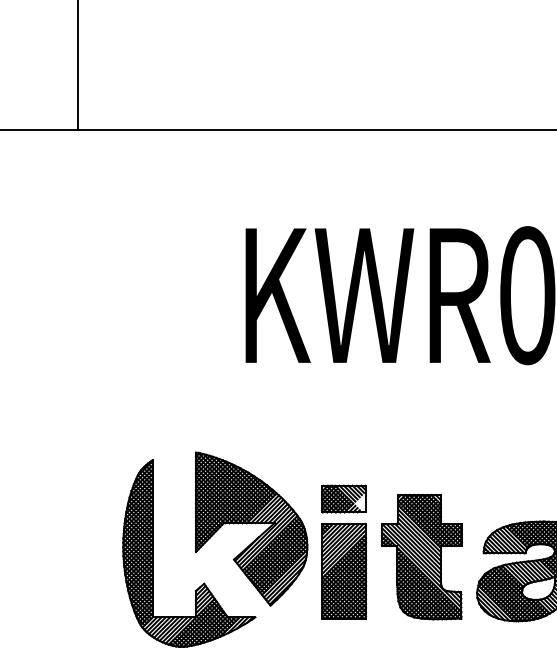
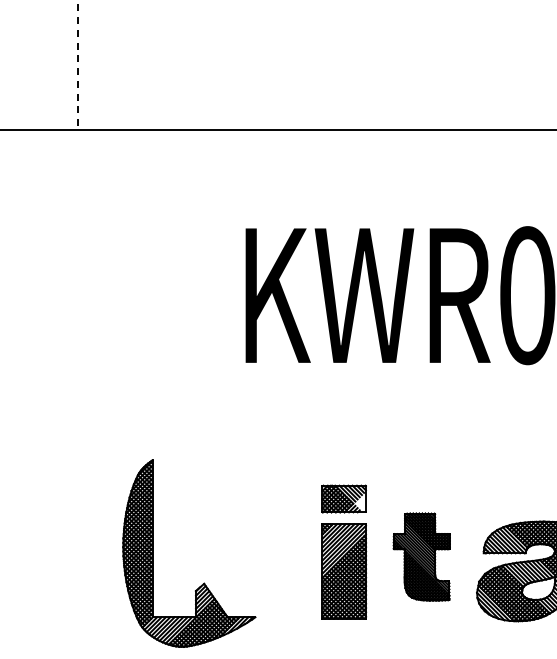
line at (78, 65): solid -> dashed
part at (251, 528): present -> none
part at (421, 556) size: 83x128 px -> 59x90 px
